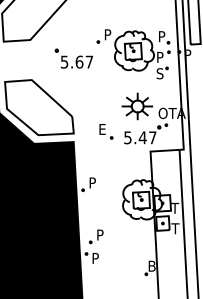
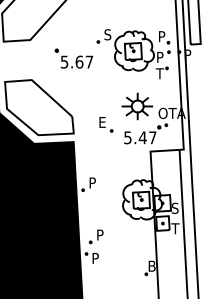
text at (107, 34): P -> S
text at (159, 73): S -> T
part at (106, 131) position: (106, 131) -> (106, 124)
text at (175, 207): T -> S
